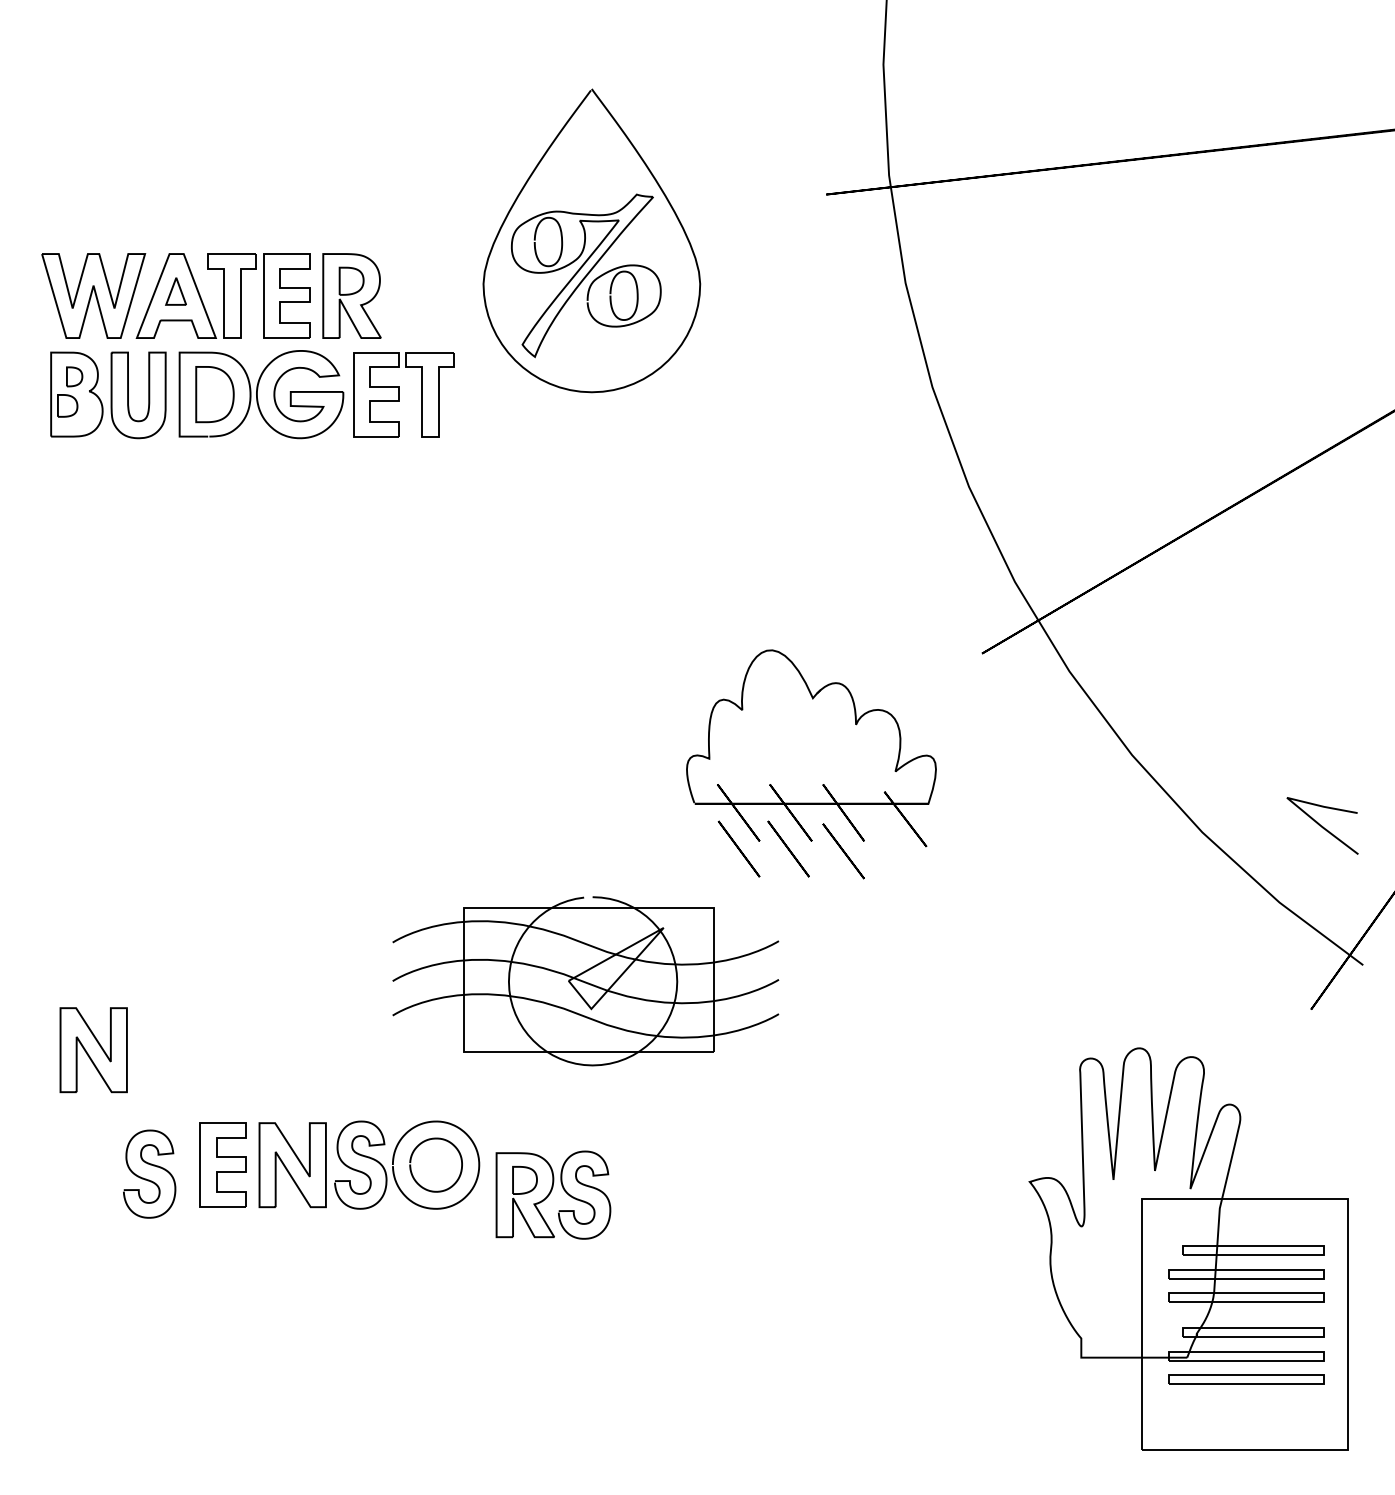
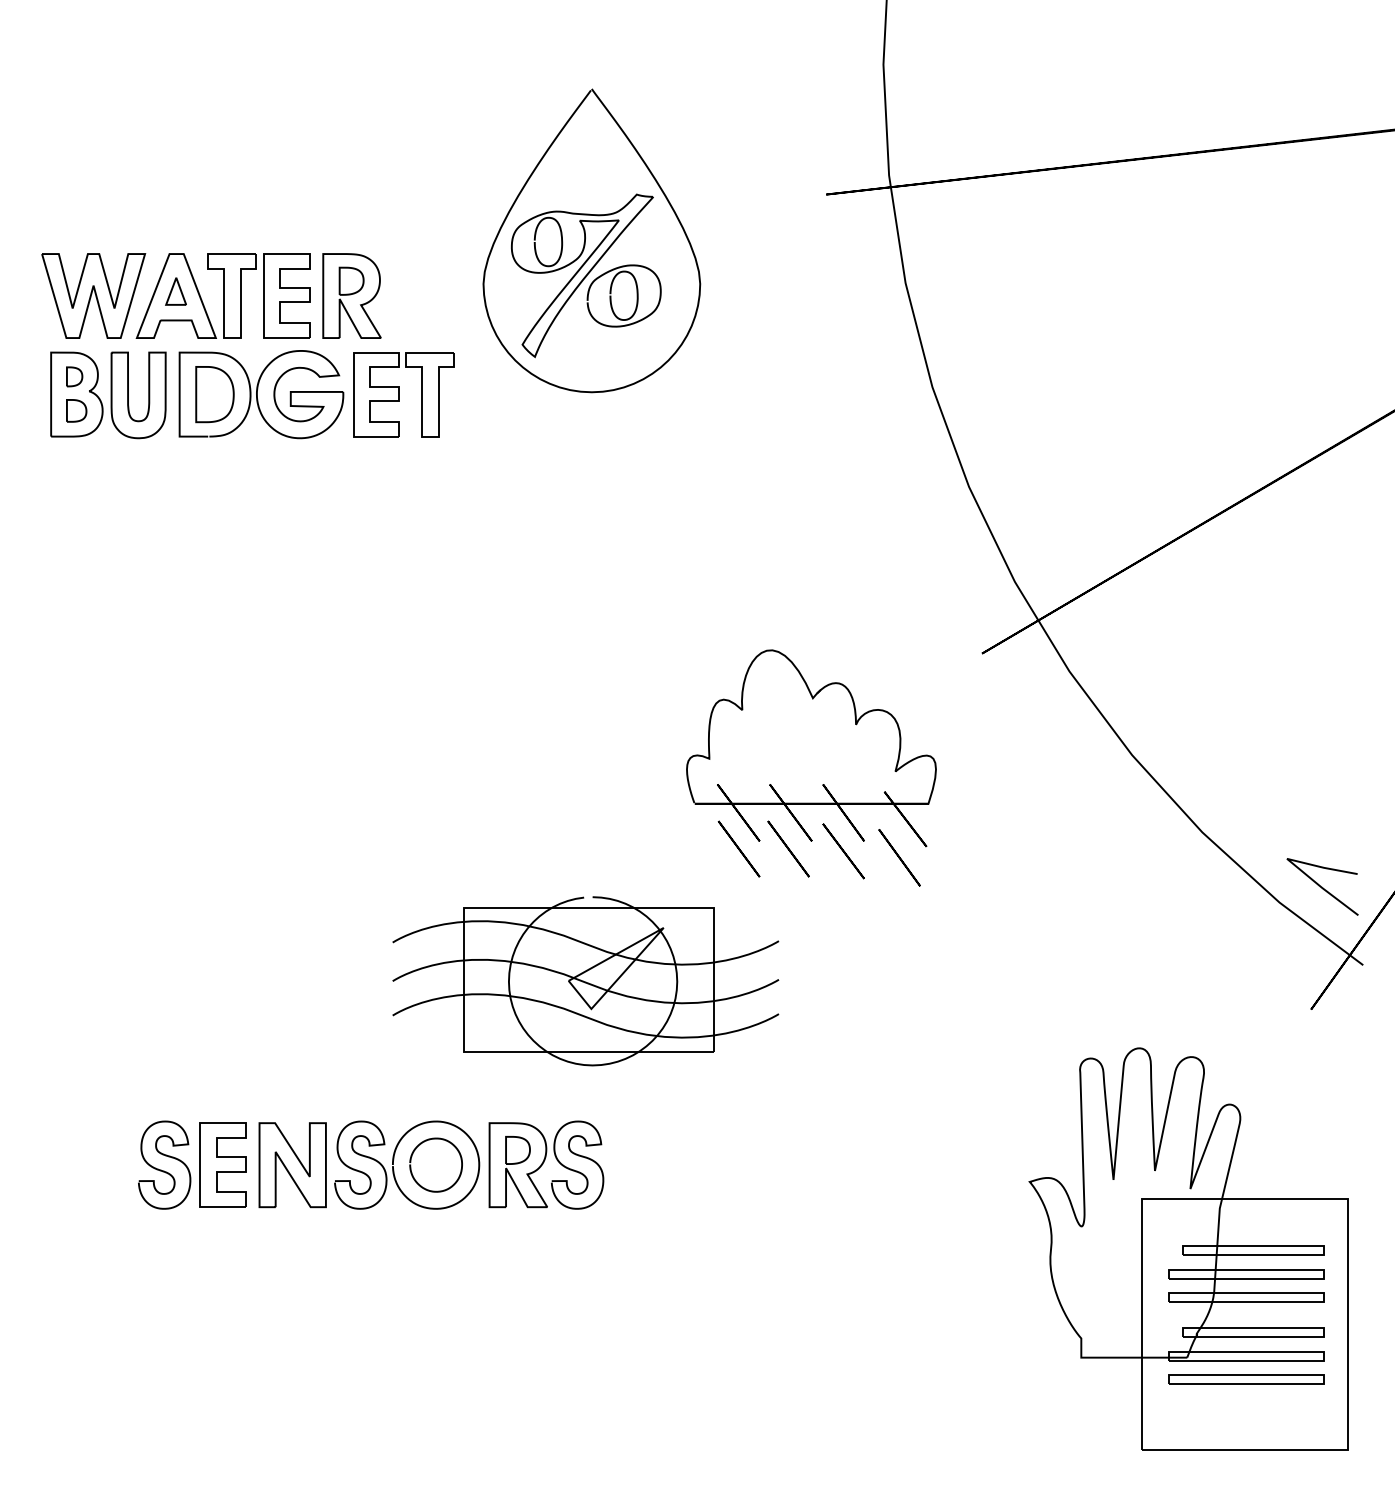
part at (67, 405) position: (67, 405) -> (76, 410)
line at (1322, 825) position: (1322, 825) -> (1322, 886)
line at (899, 857): none -> present
part at (93, 1050): present -> none
curve at (146, 1178) position: (146, 1178) -> (161, 1169)
part at (553, 1194) position: (553, 1194) -> (546, 1164)
